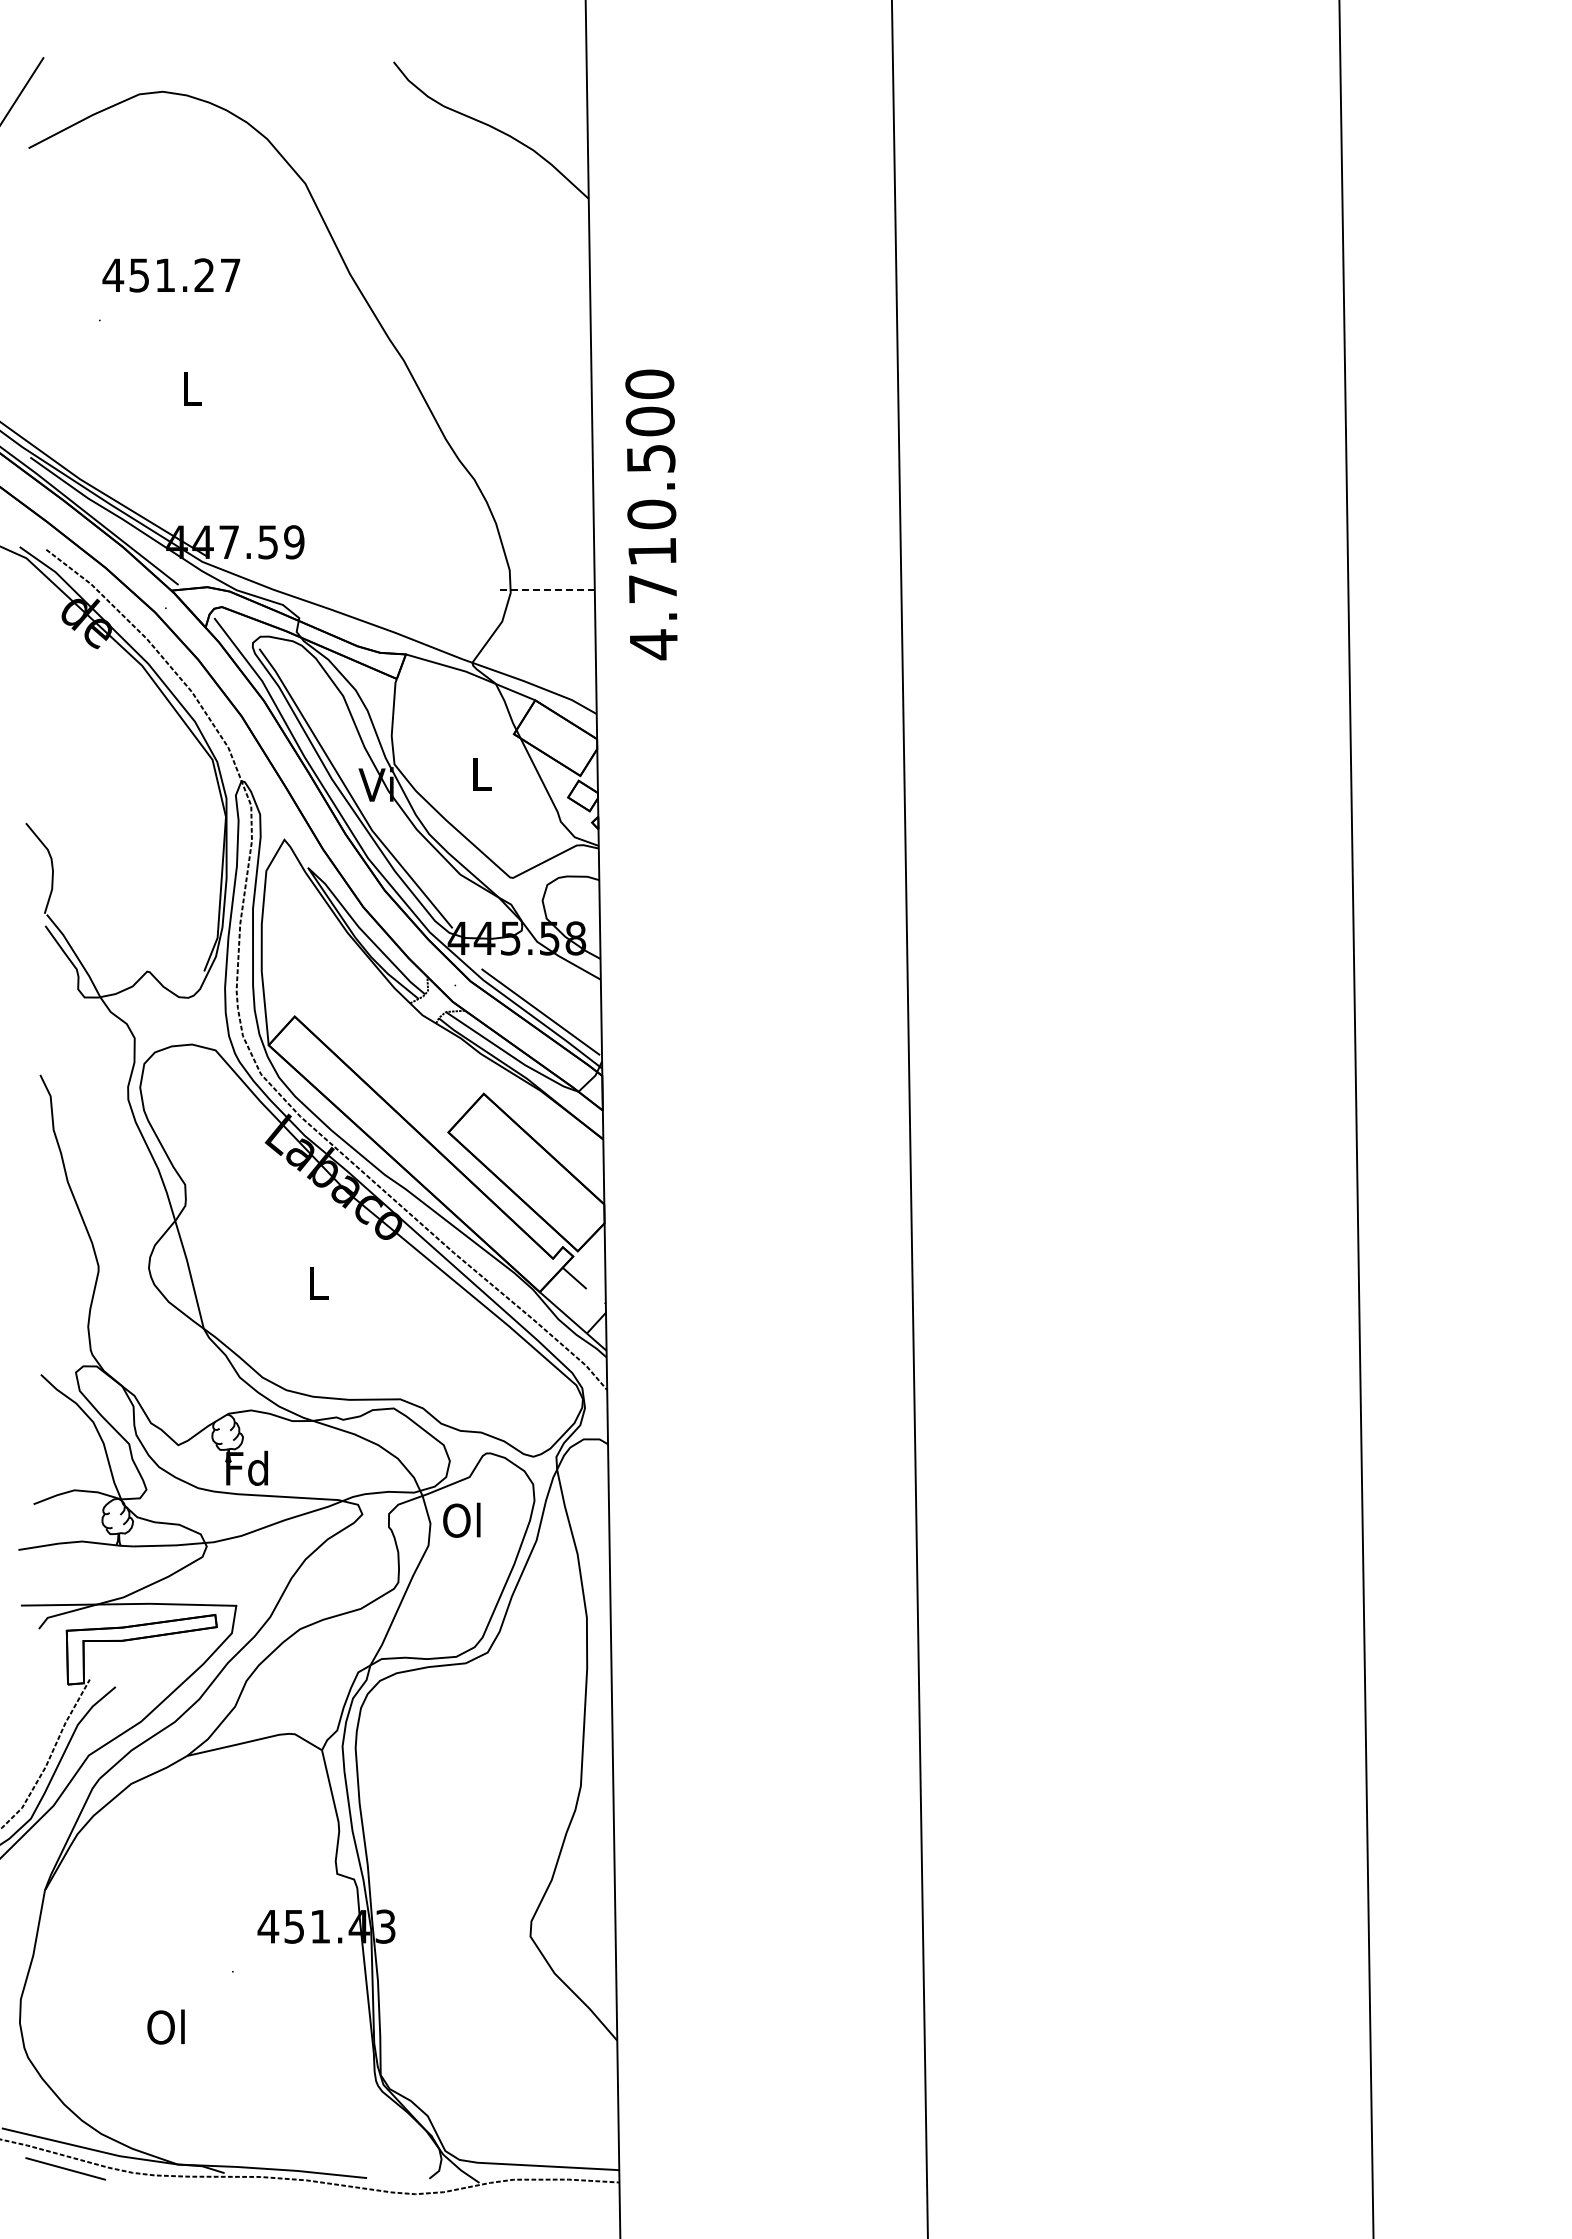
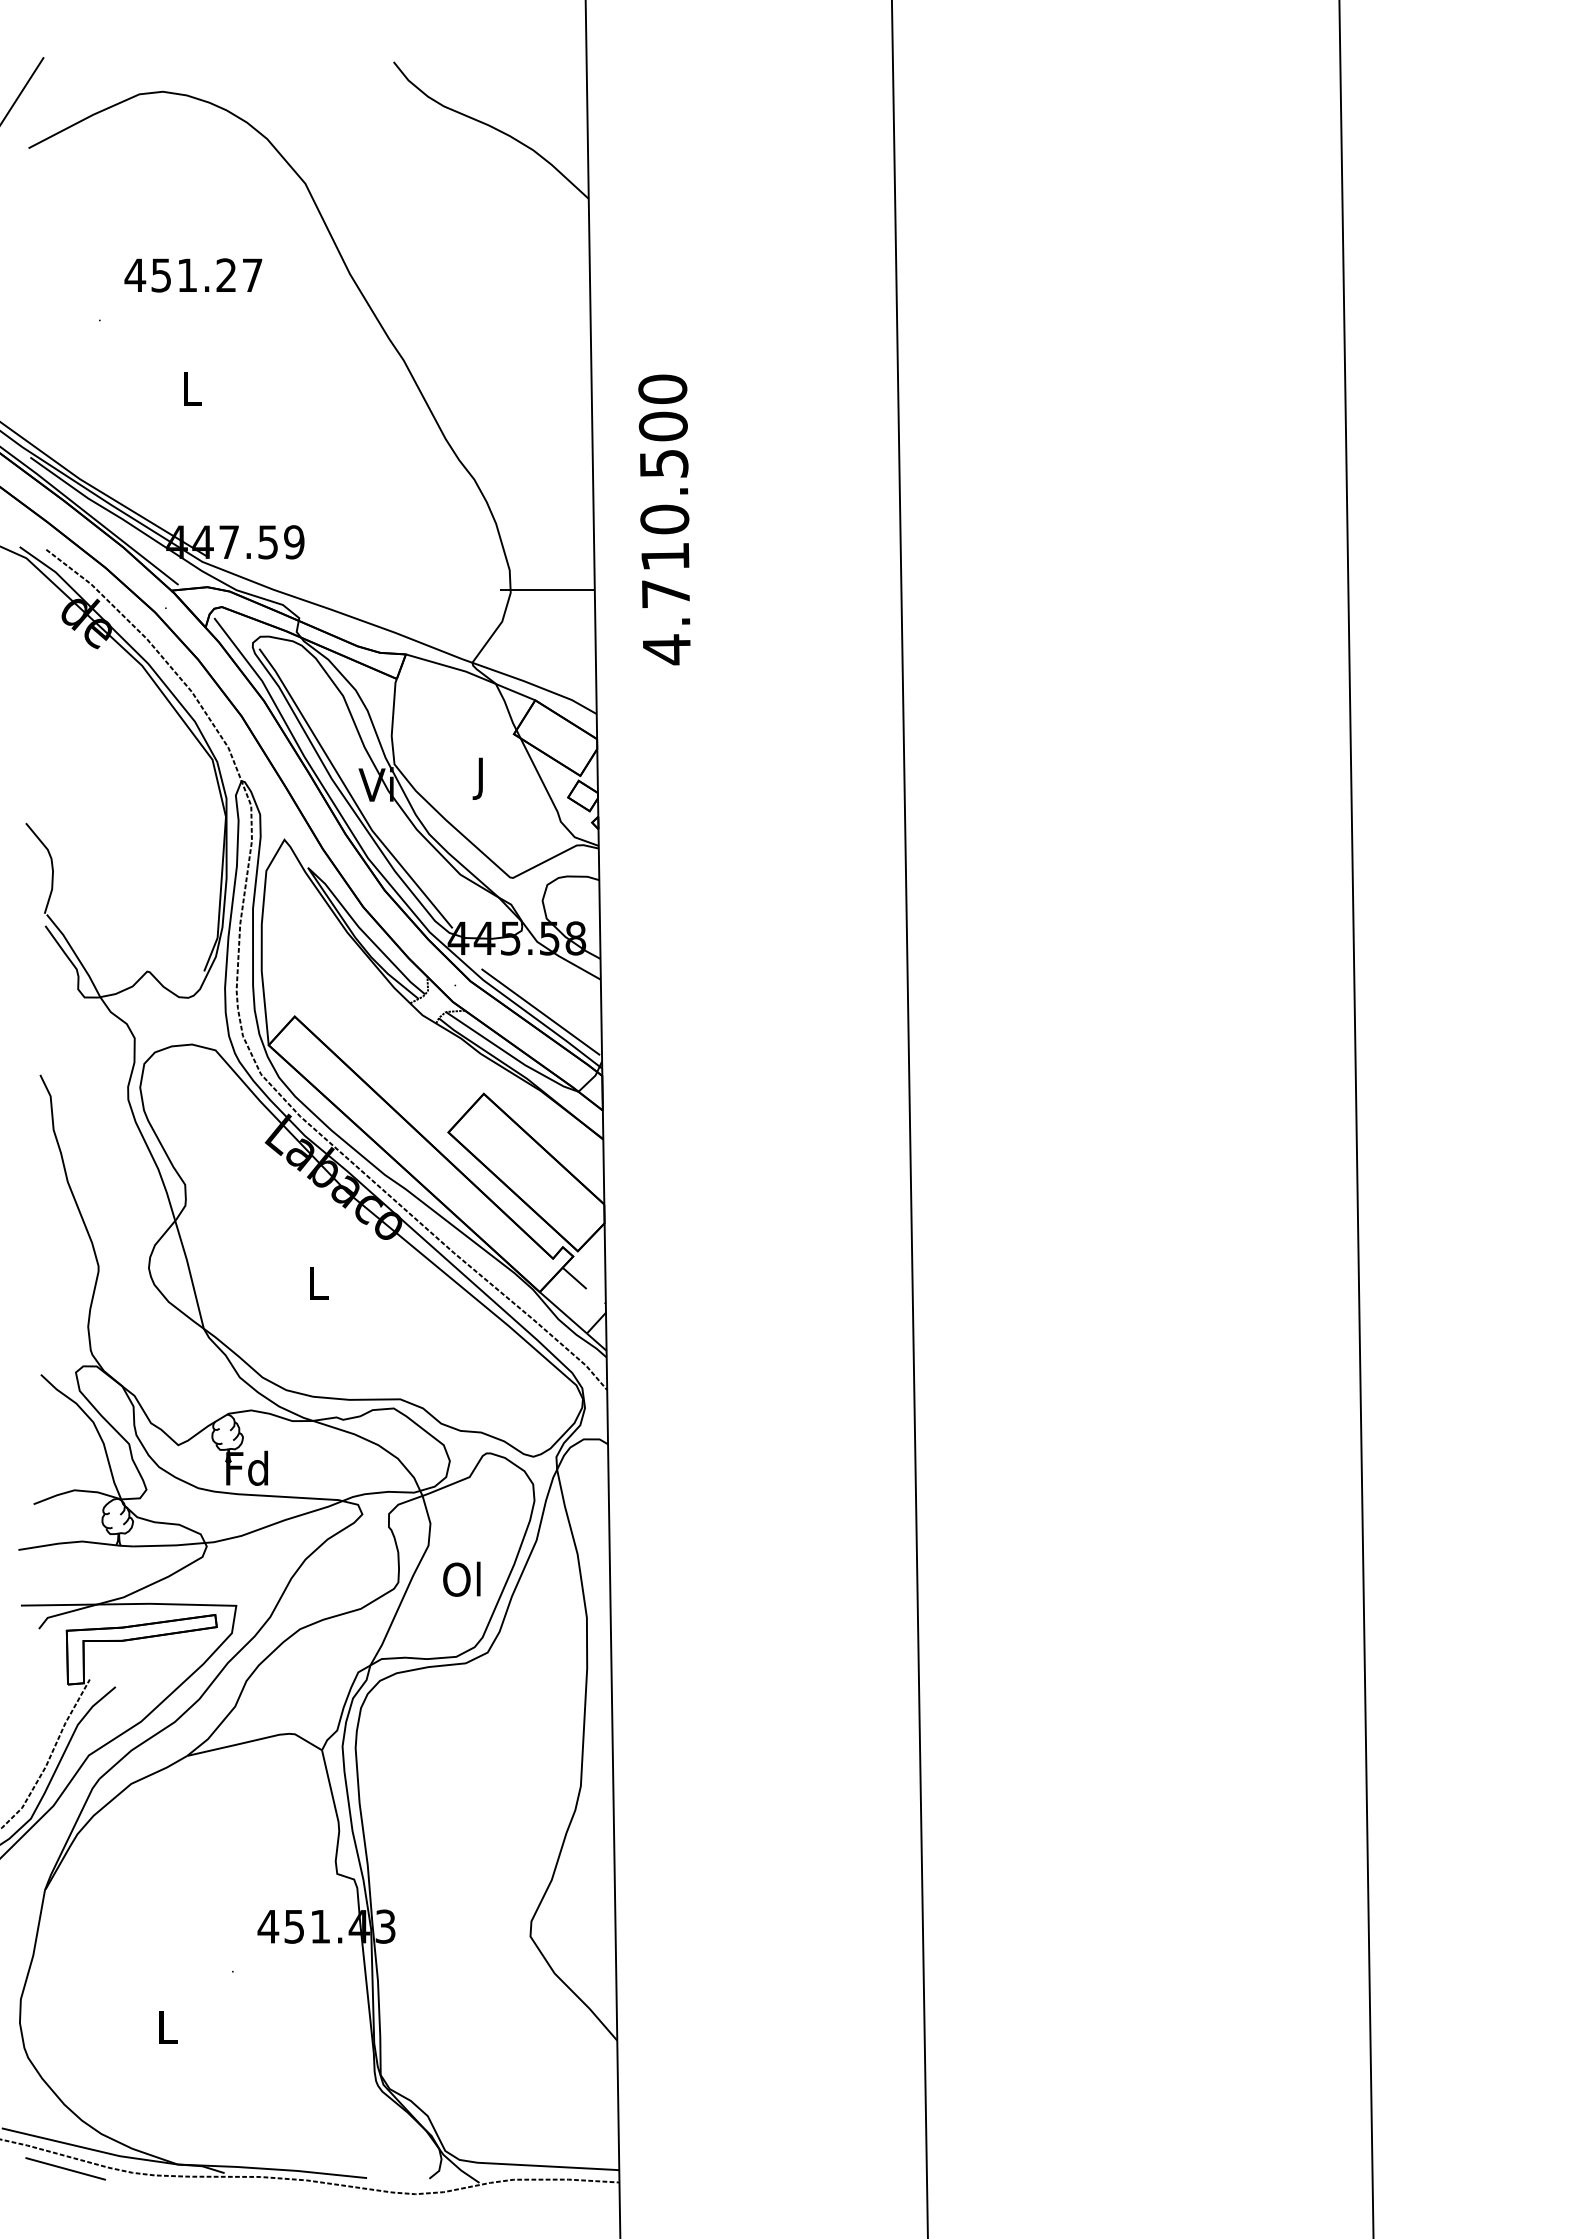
text at (171, 275) position: (171, 275) -> (193, 275)
text at (651, 514) position: (651, 514) -> (664, 519)
line at (546, 589): dashed -> solid
text at (481, 778): L -> J
text at (461, 1519) position: (461, 1519) -> (461, 1578)
text at (165, 2026): Ol -> L
